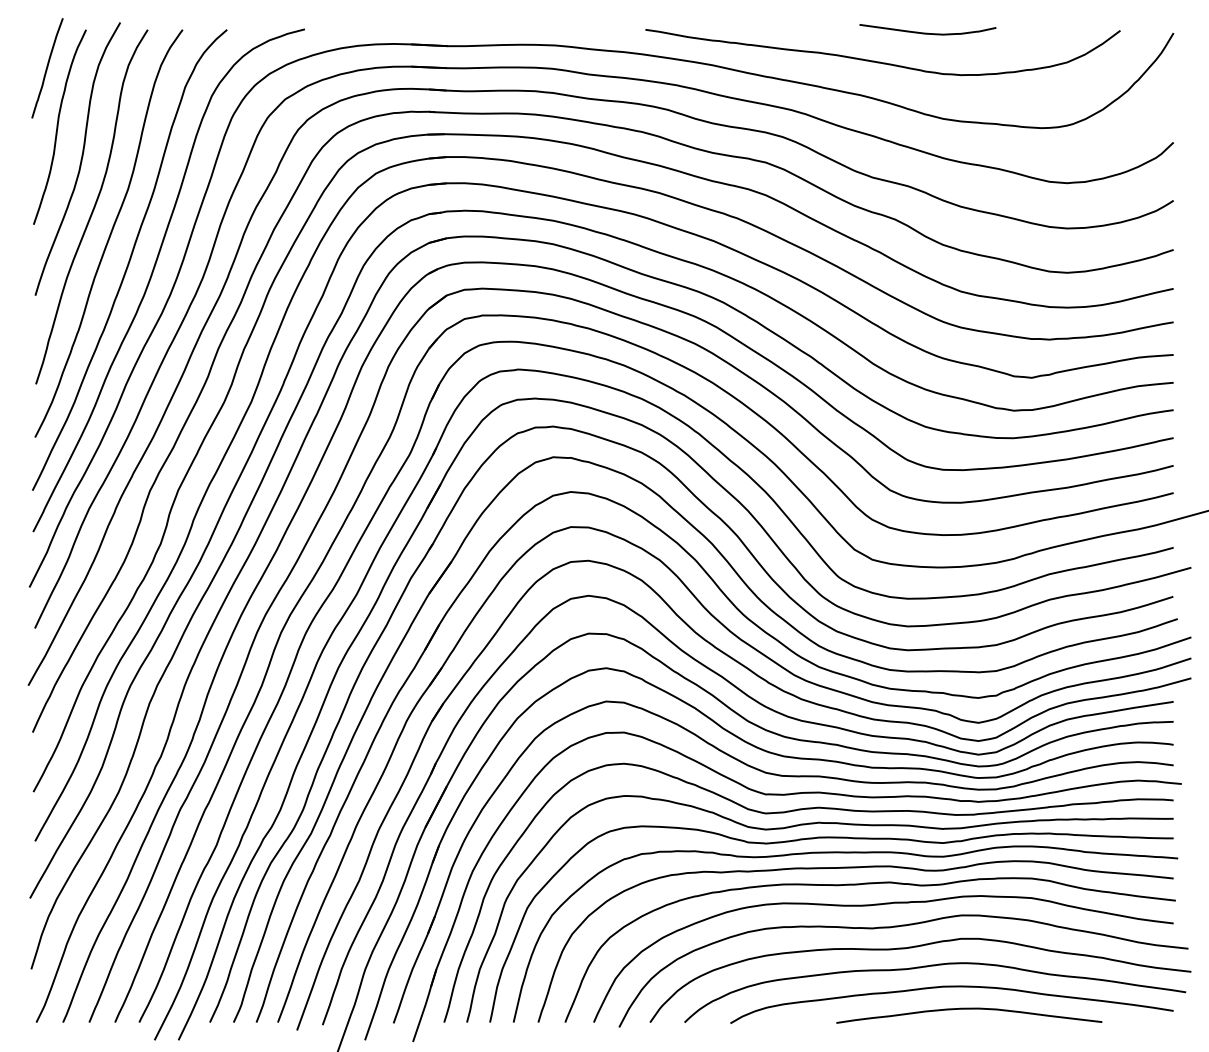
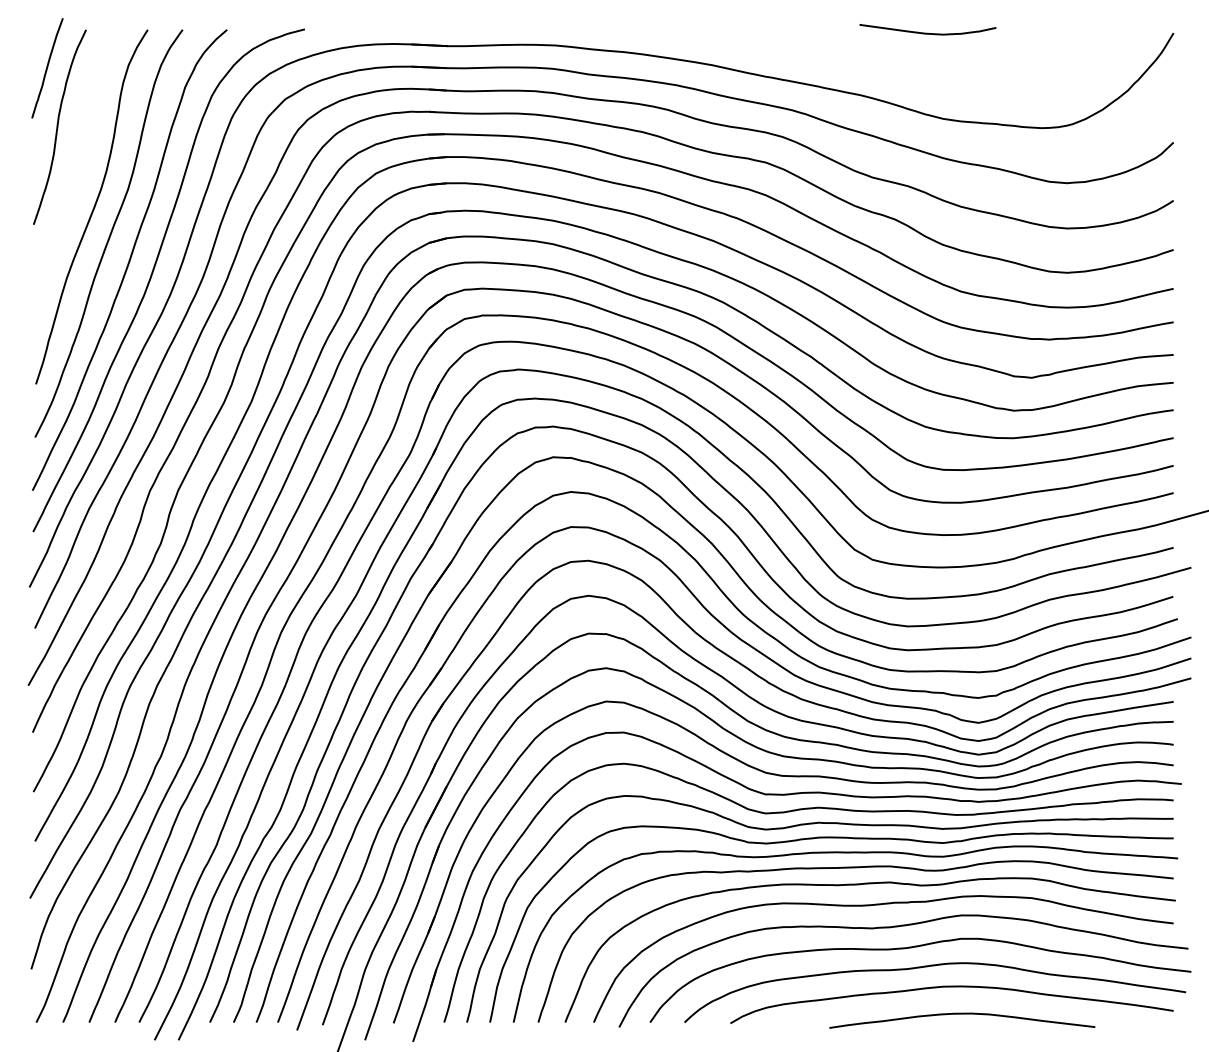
curve at (880, 61): present -> none
curve at (80, 159): present -> none
curve at (969, 1009) position: (969, 1009) -> (962, 1014)
